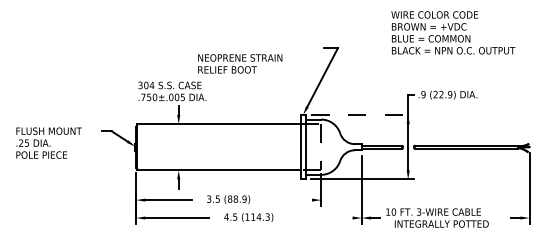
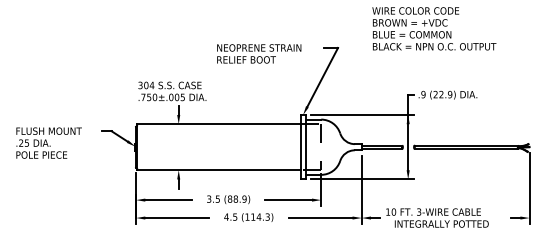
text at (453, 32) position: (453, 32) -> (434, 28)
text at (240, 63) position: (240, 63) -> (259, 53)
line at (362, 114): dashed -> solid
line at (288, 200): none -> present
line at (320, 218): none -> present
